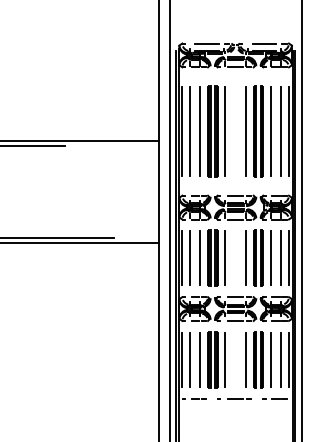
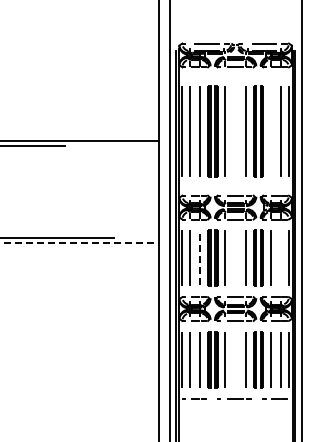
line at (270, 131): present -> none
line at (80, 242): solid -> dashed
line at (200, 257): solid -> dashed
line at (281, 258): present -> none
